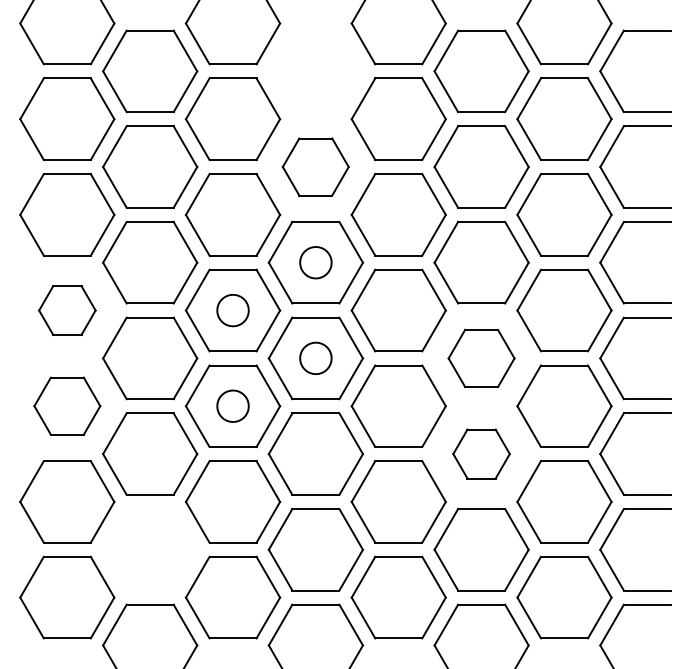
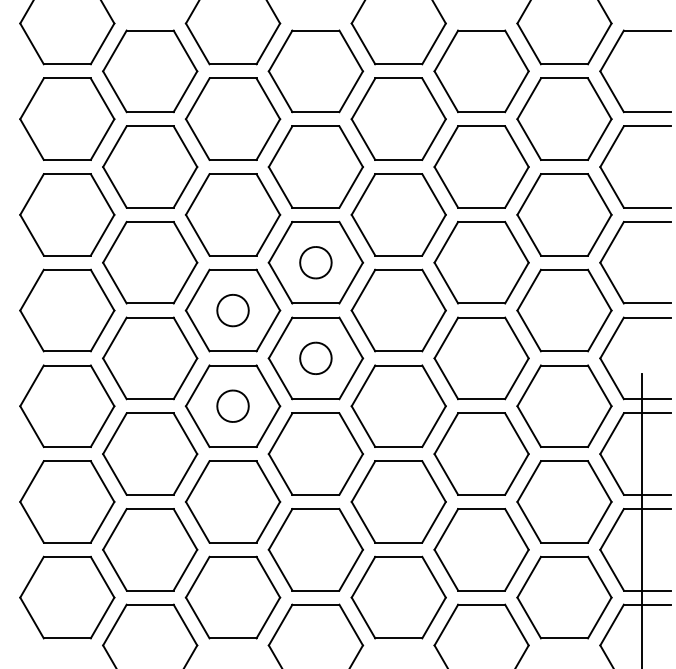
part at (315, 71): none -> present
part at (315, 166) size: 69x60 px -> 97x84 px
part at (67, 310) size: 59x51 px -> 97x85 px
part at (481, 357) size: 69x60 px -> 97x85 px
part at (67, 405) size: 69x60 px -> 97x84 px
part at (481, 453) size: 59x52 px -> 97x84 px
line at (641, 519): none -> present
part at (150, 549): none -> present
